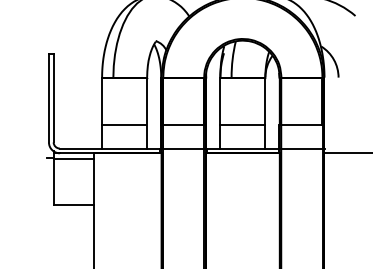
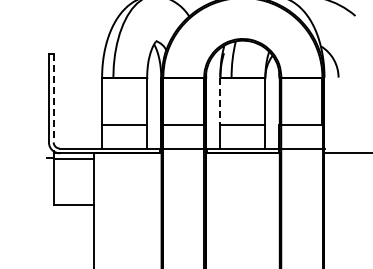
line at (53, 98): solid -> dashed
line at (220, 101): solid -> dashed
